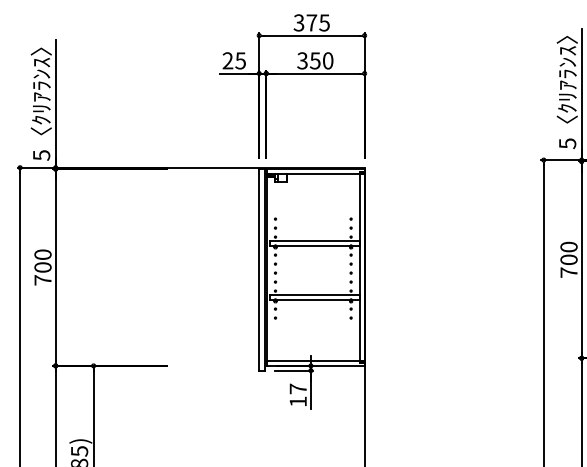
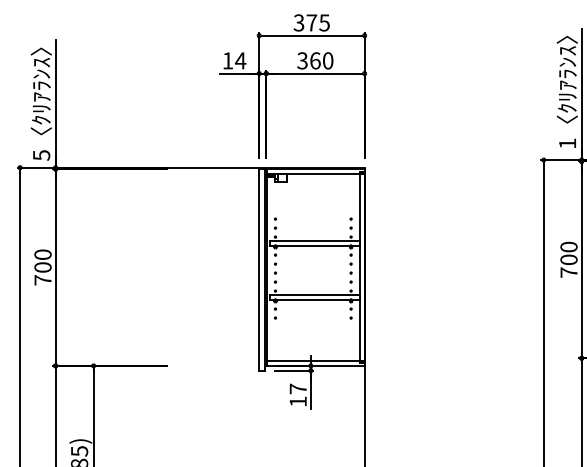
text at (234, 60): 25 -> 14
text at (314, 60): 350 -> 360
text at (567, 143): 5 -> 1
